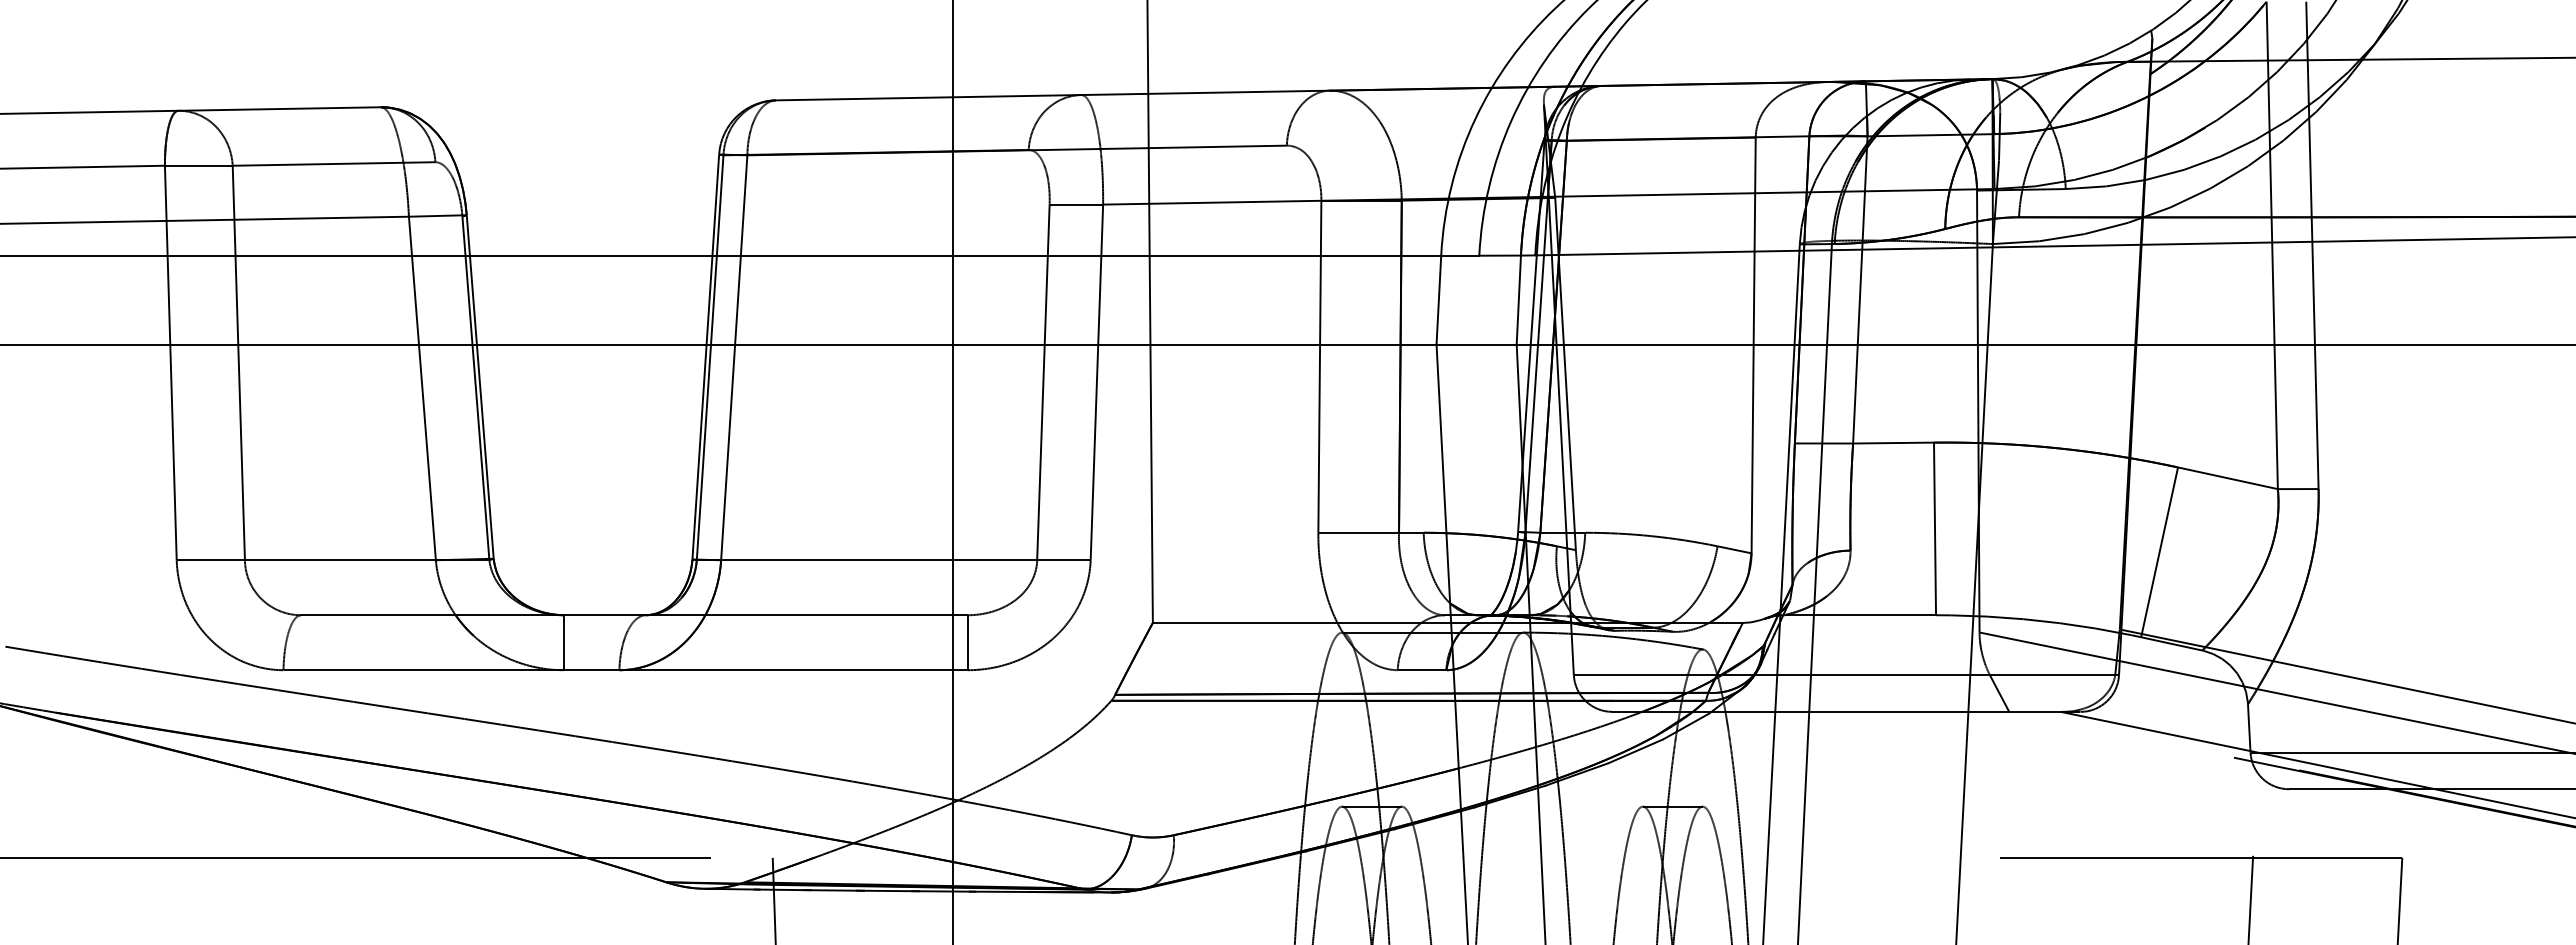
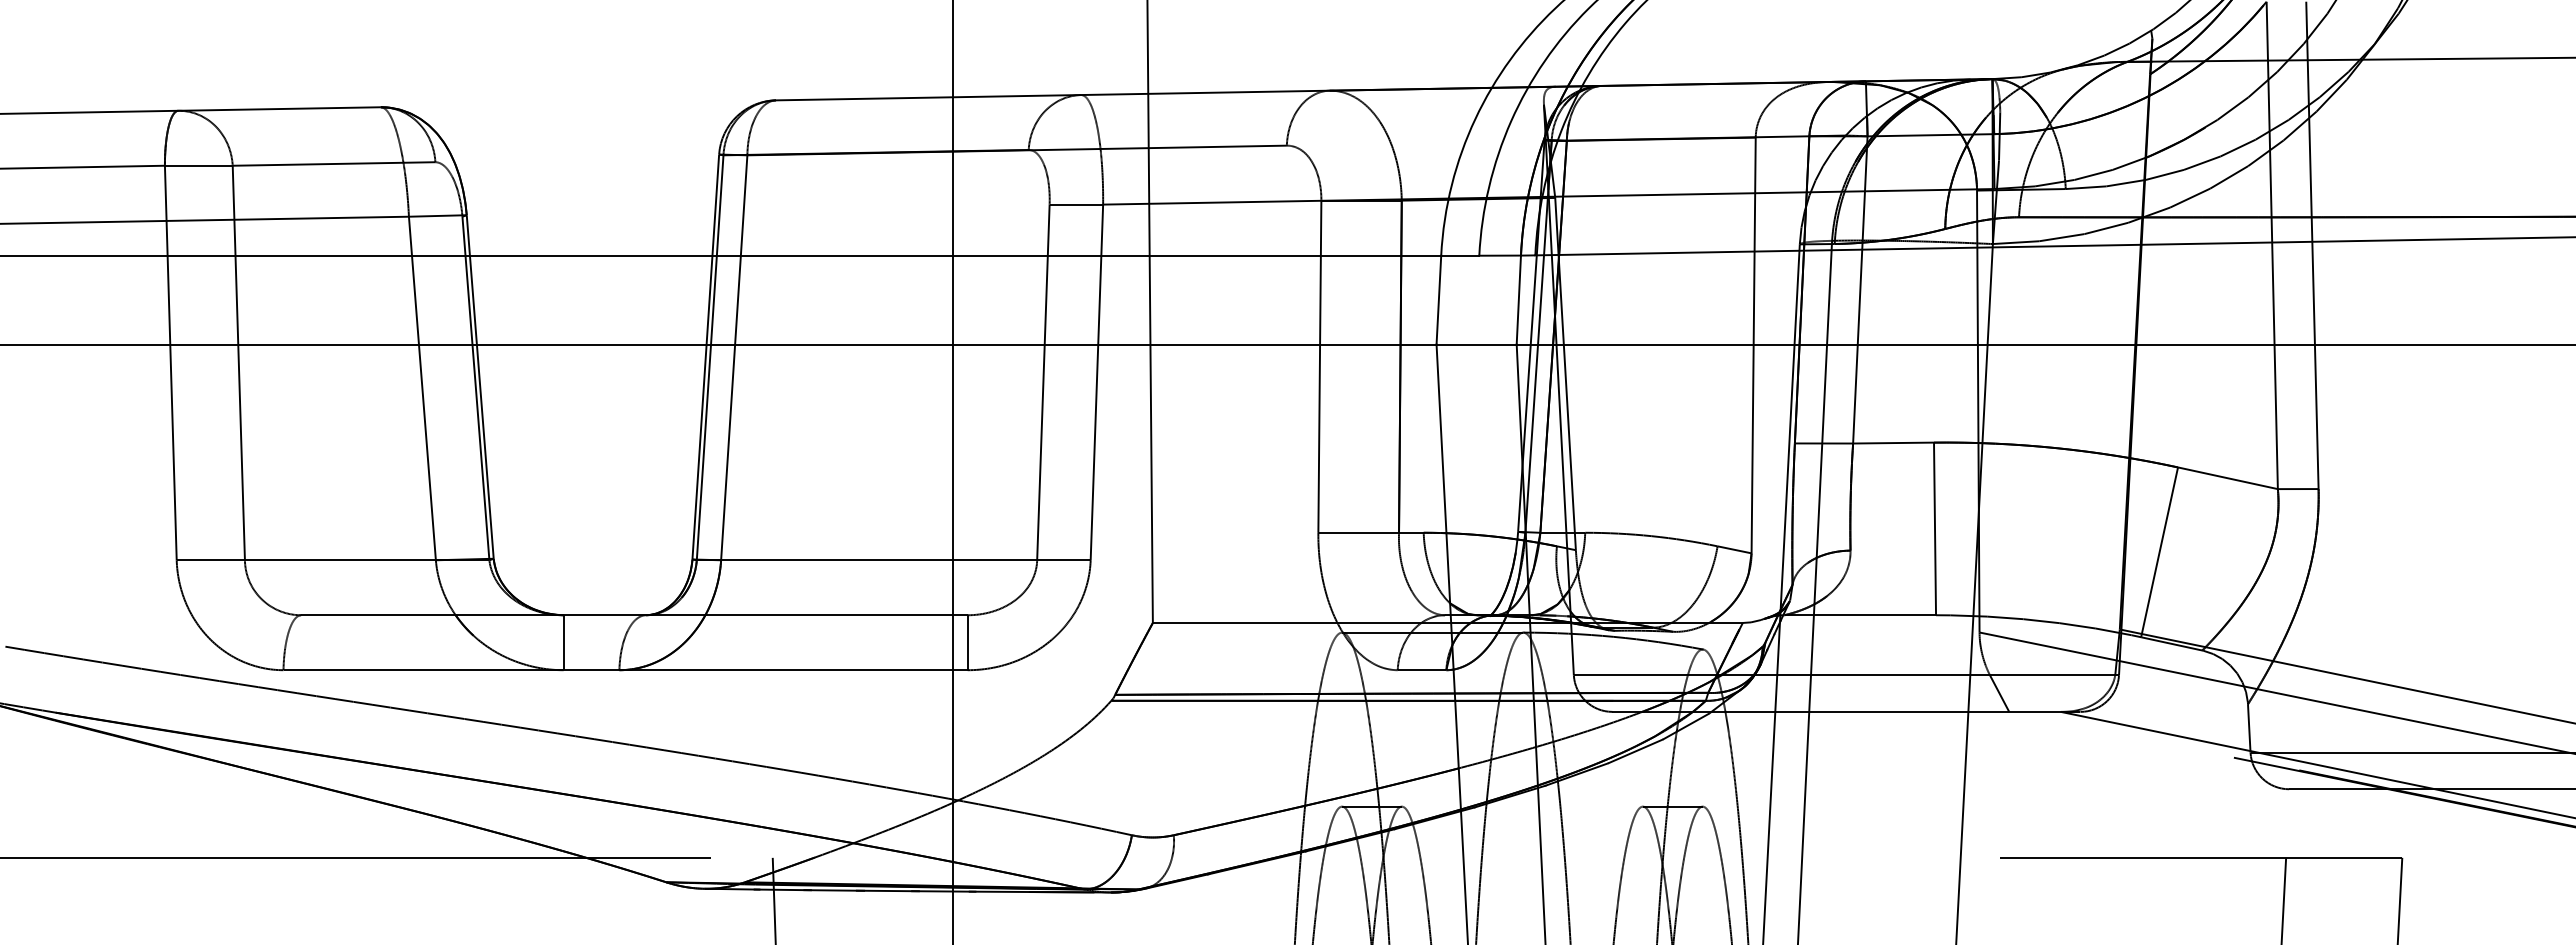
line at (2250, 898) position: (2250, 898) -> (2283, 899)
